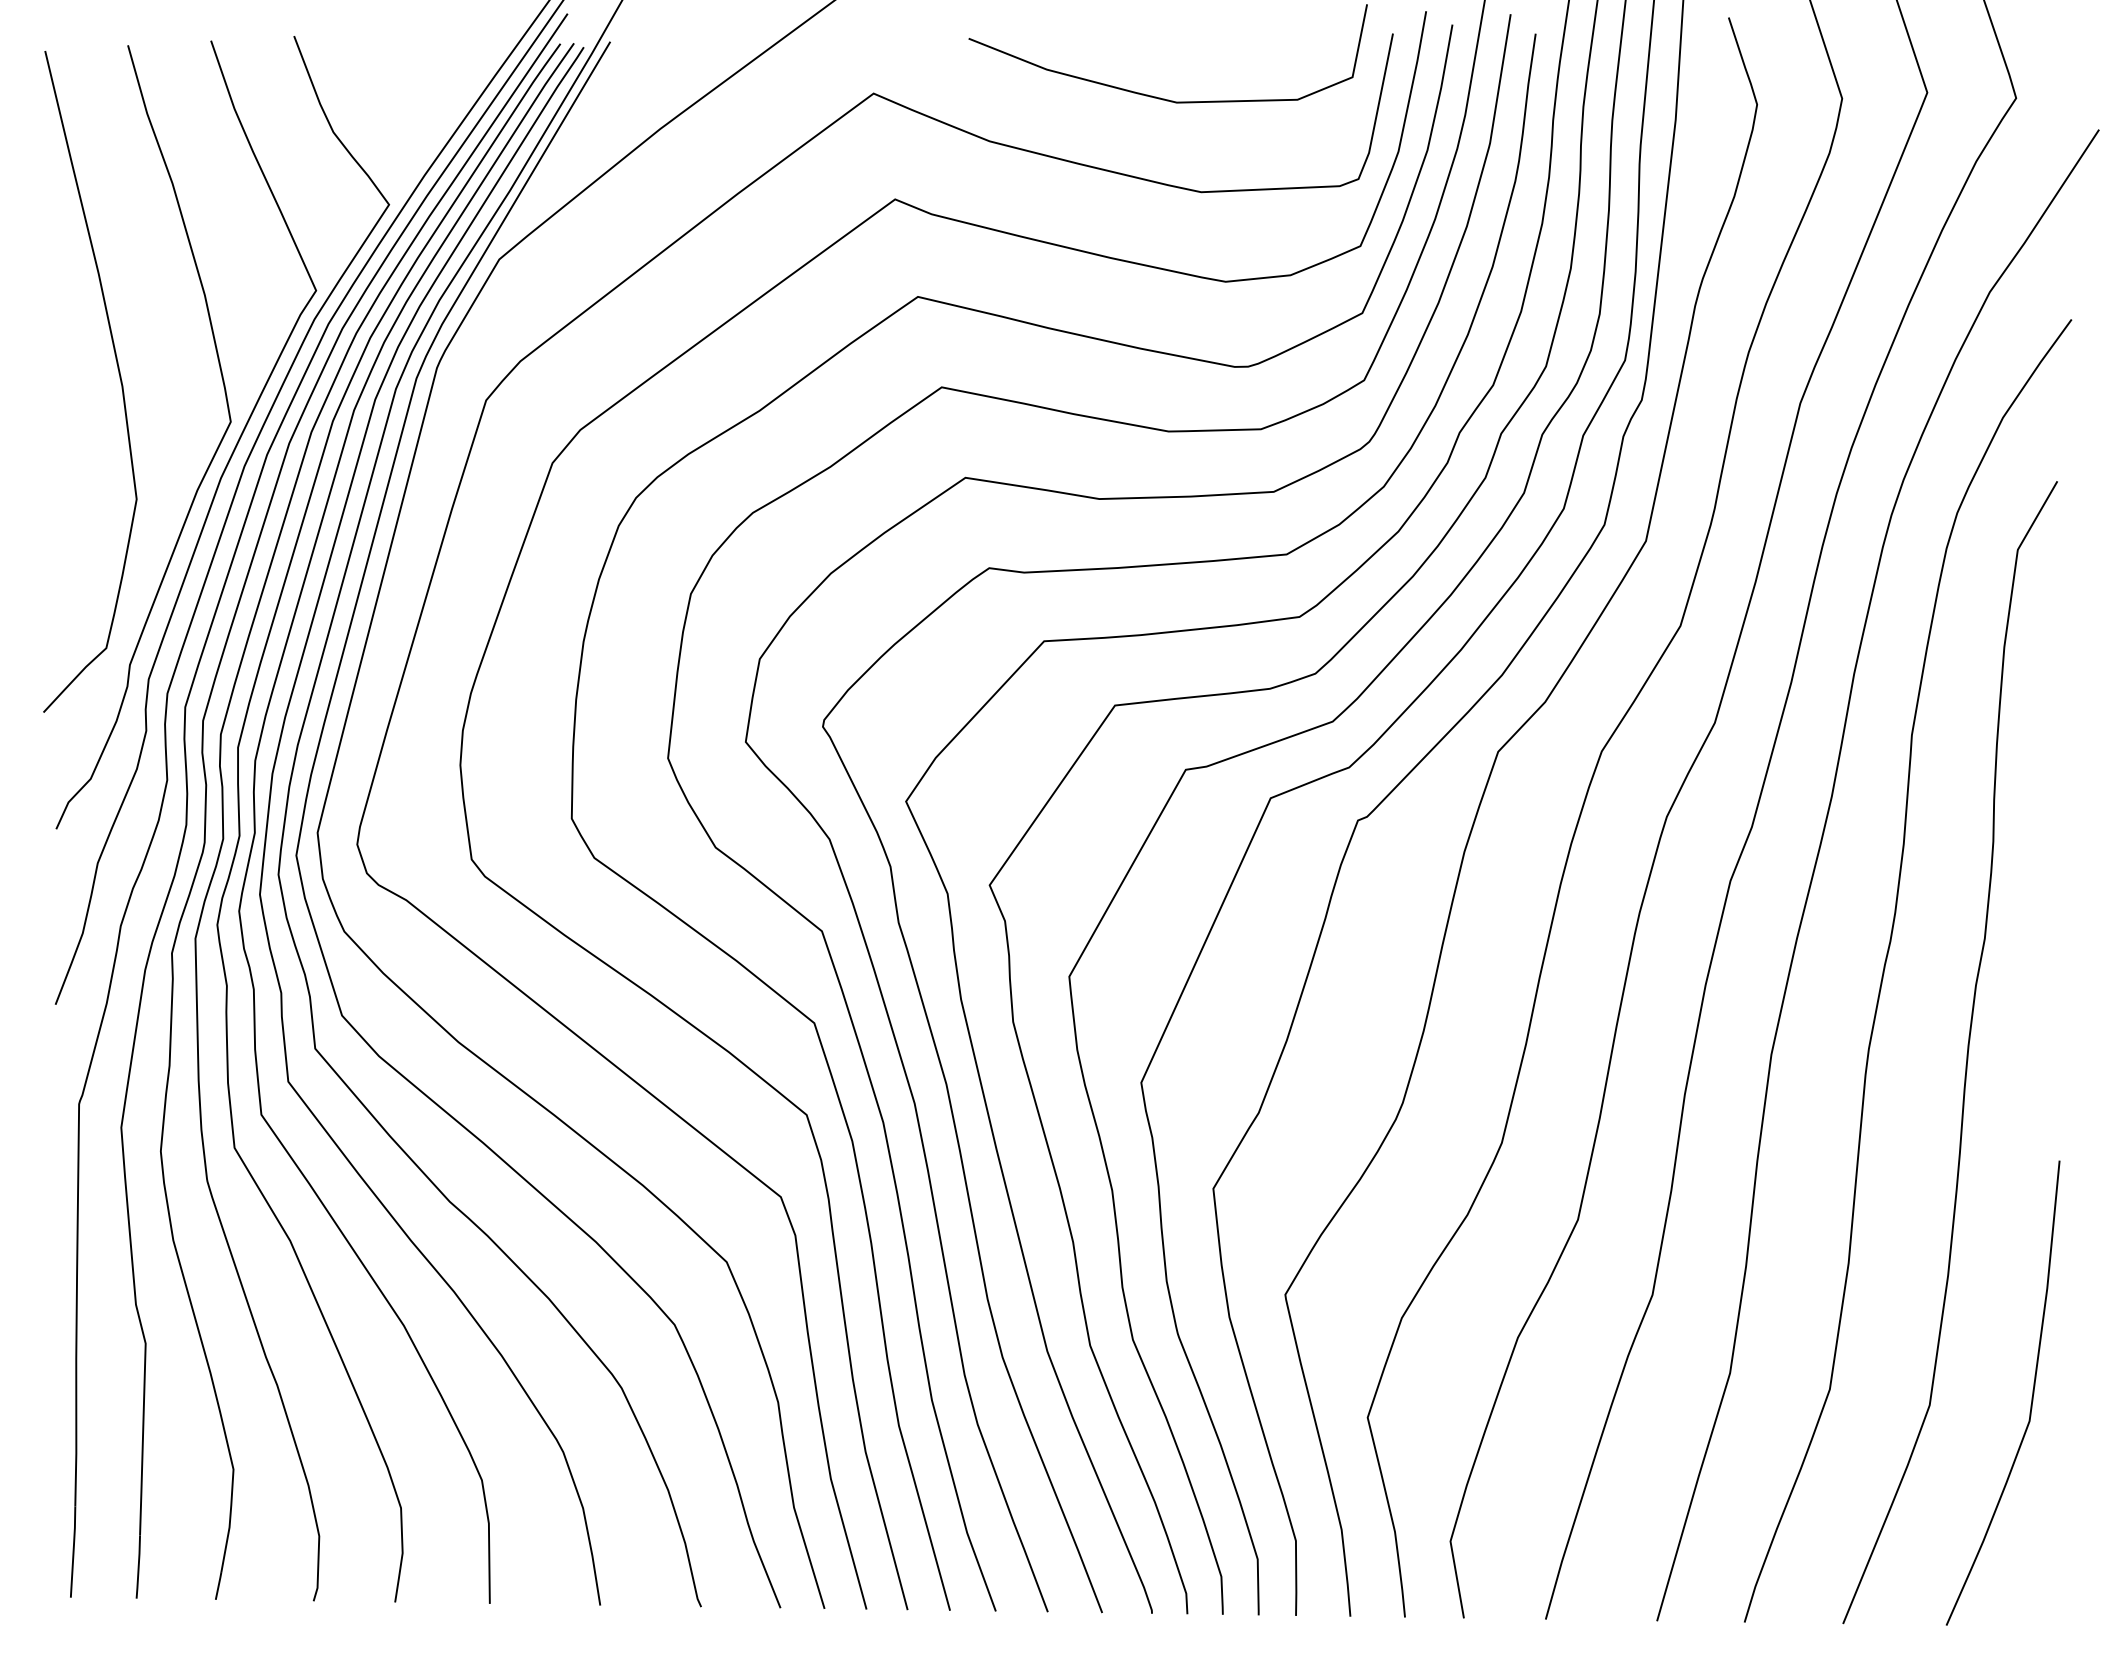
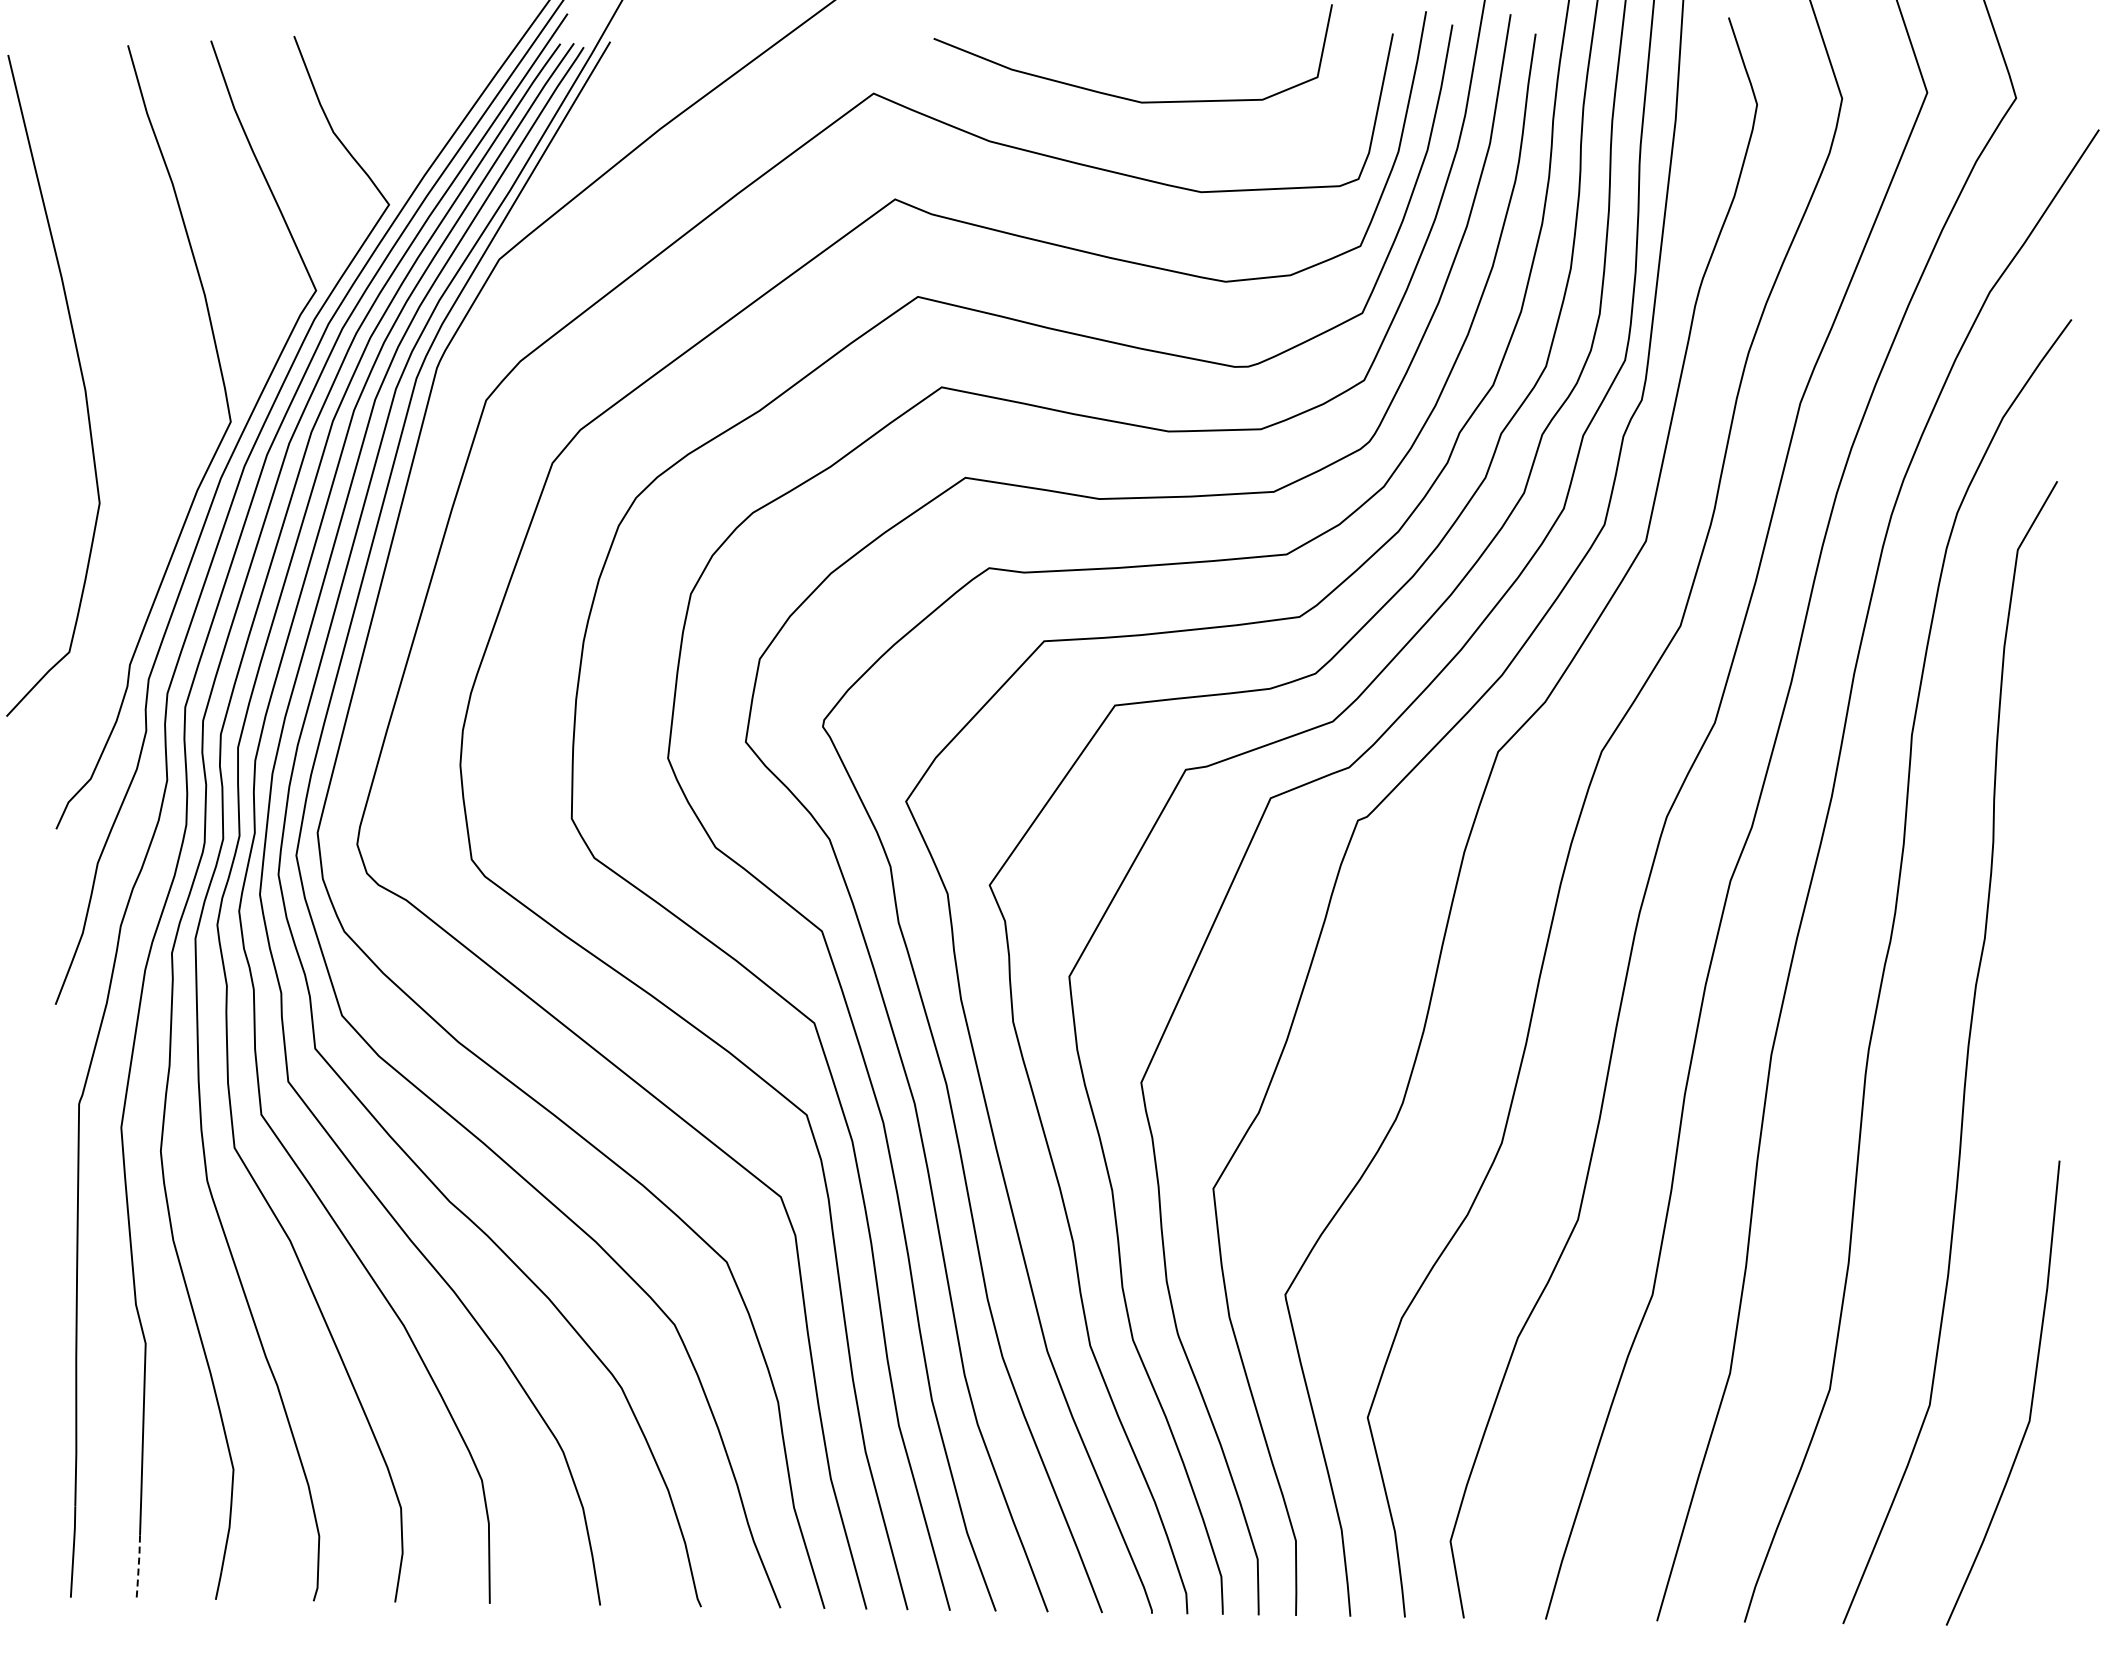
curve at (1156, 96) position: (1156, 96) -> (1121, 96)
curve at (118, 373) position: (118, 373) -> (81, 377)
line at (138, 1567): solid -> dashed
